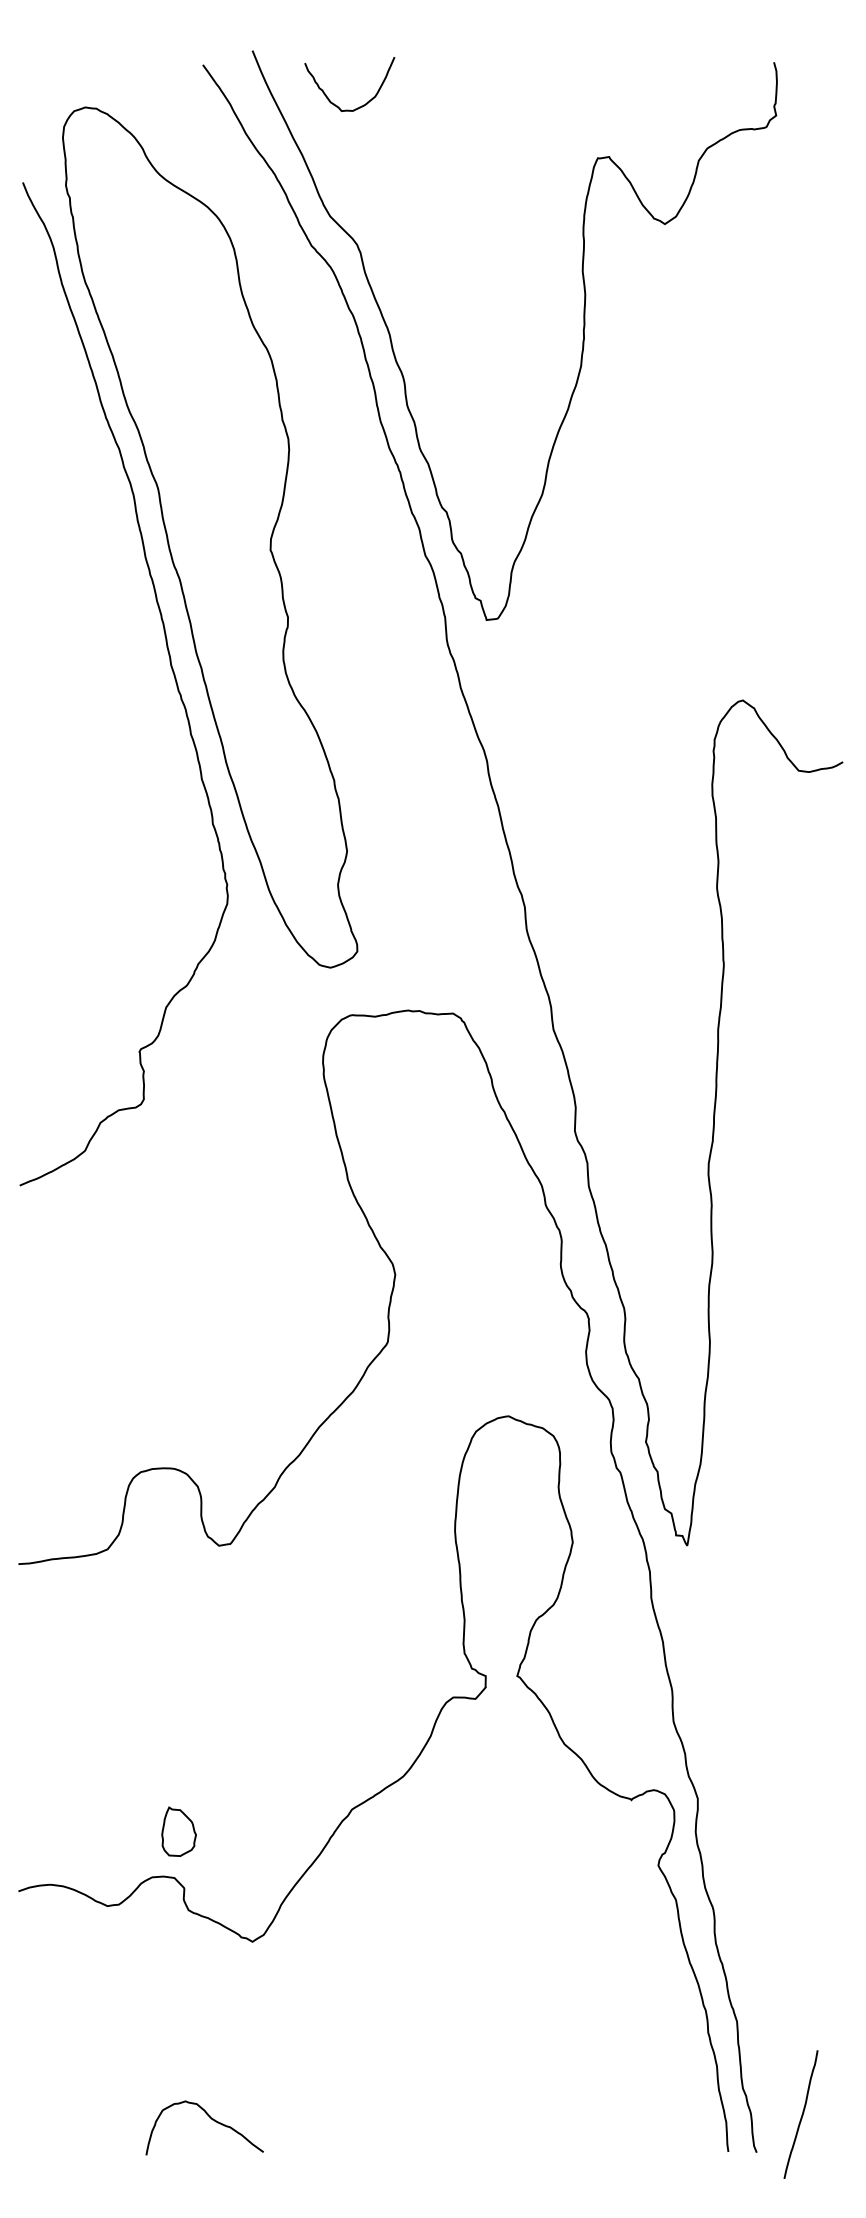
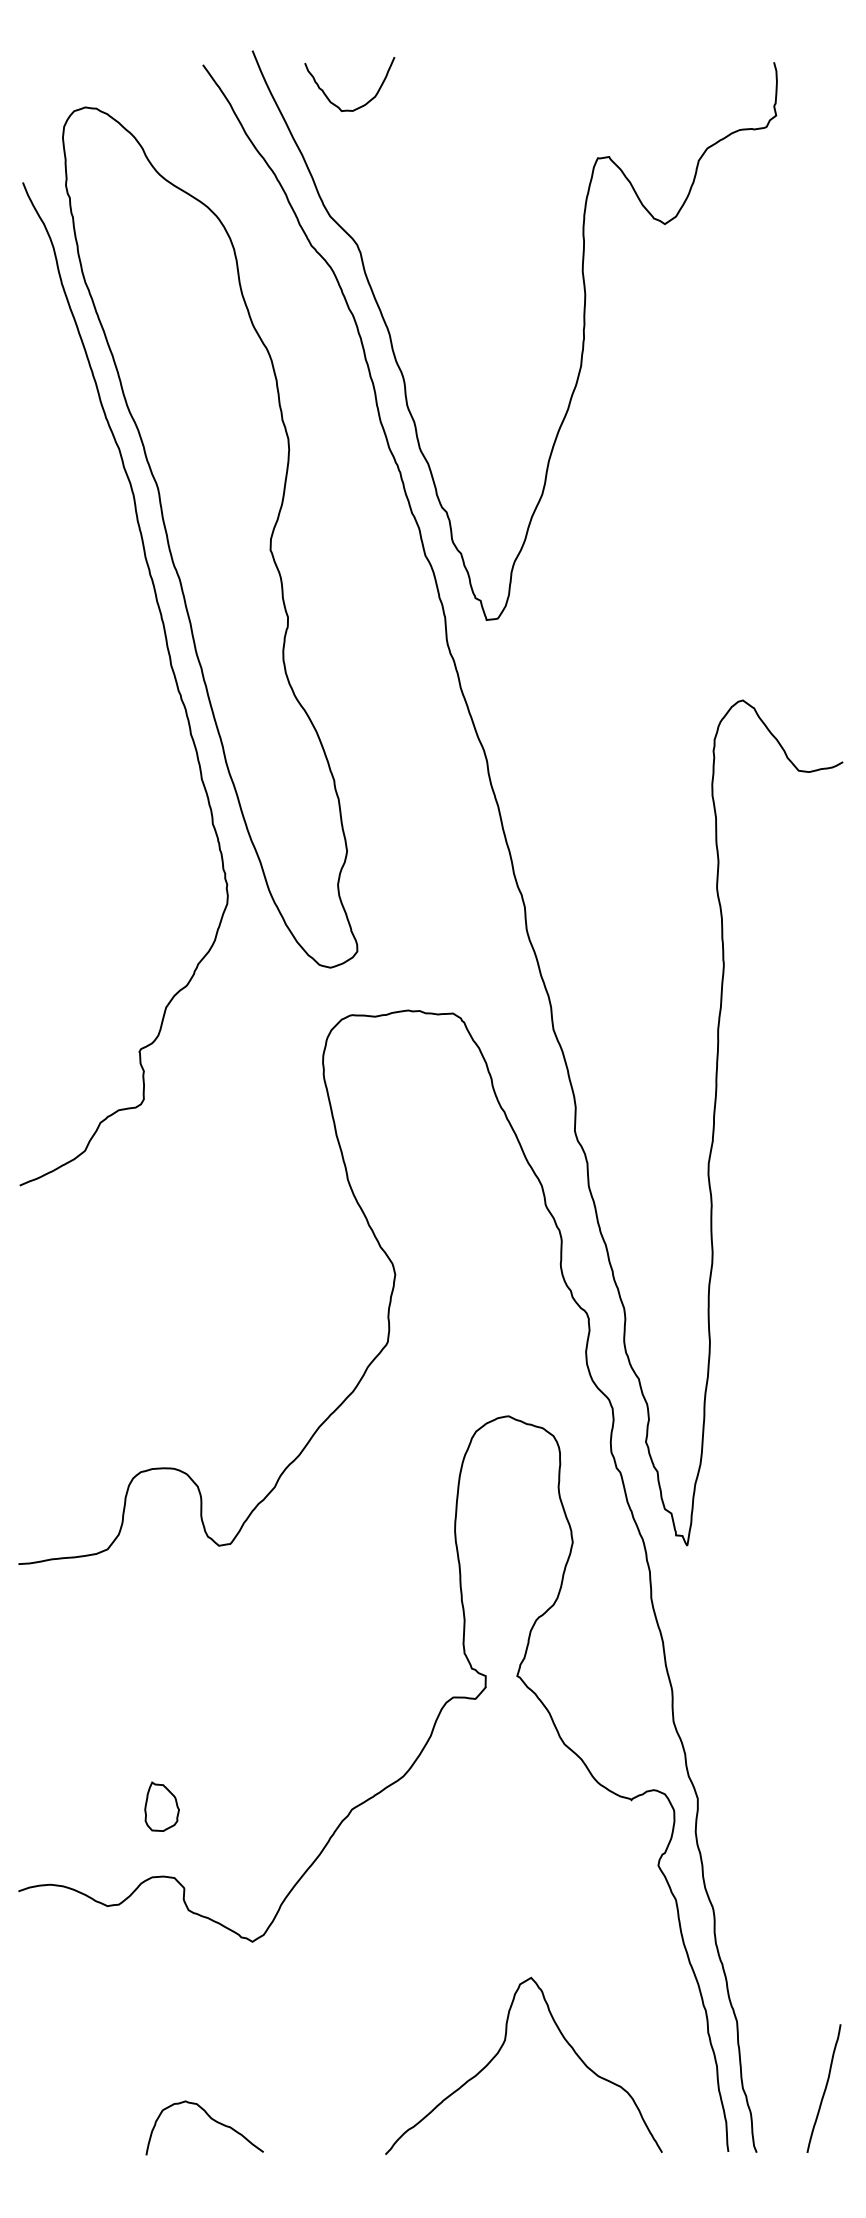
part at (178, 1831) position: (178, 1831) -> (161, 1806)
curve at (501, 2049): none -> present
curve at (801, 2114) position: (801, 2114) -> (824, 2088)
